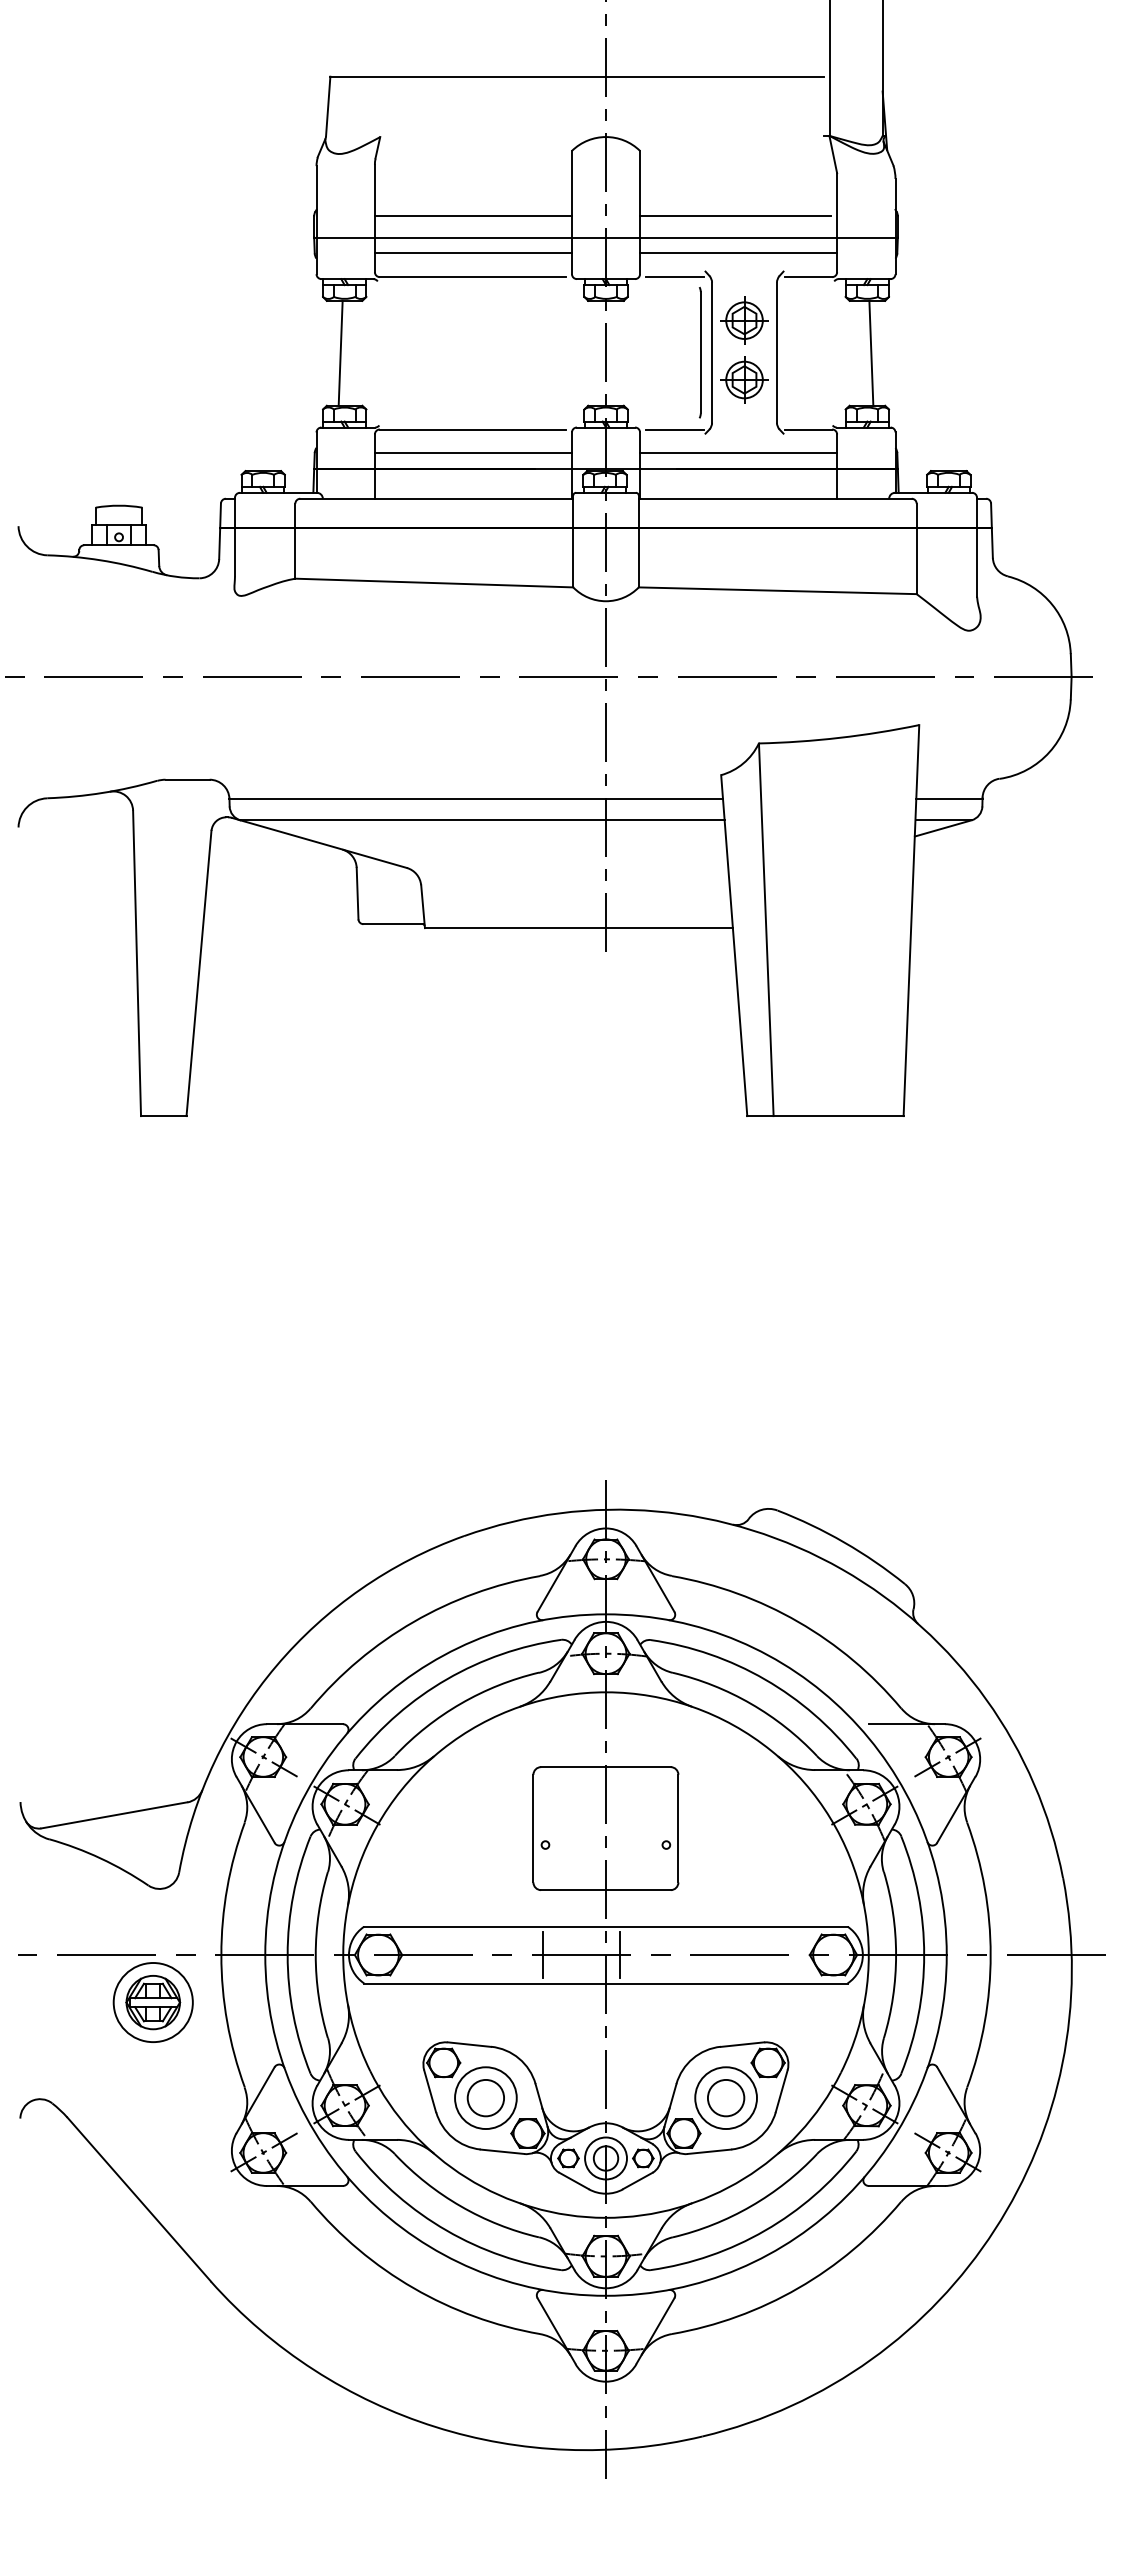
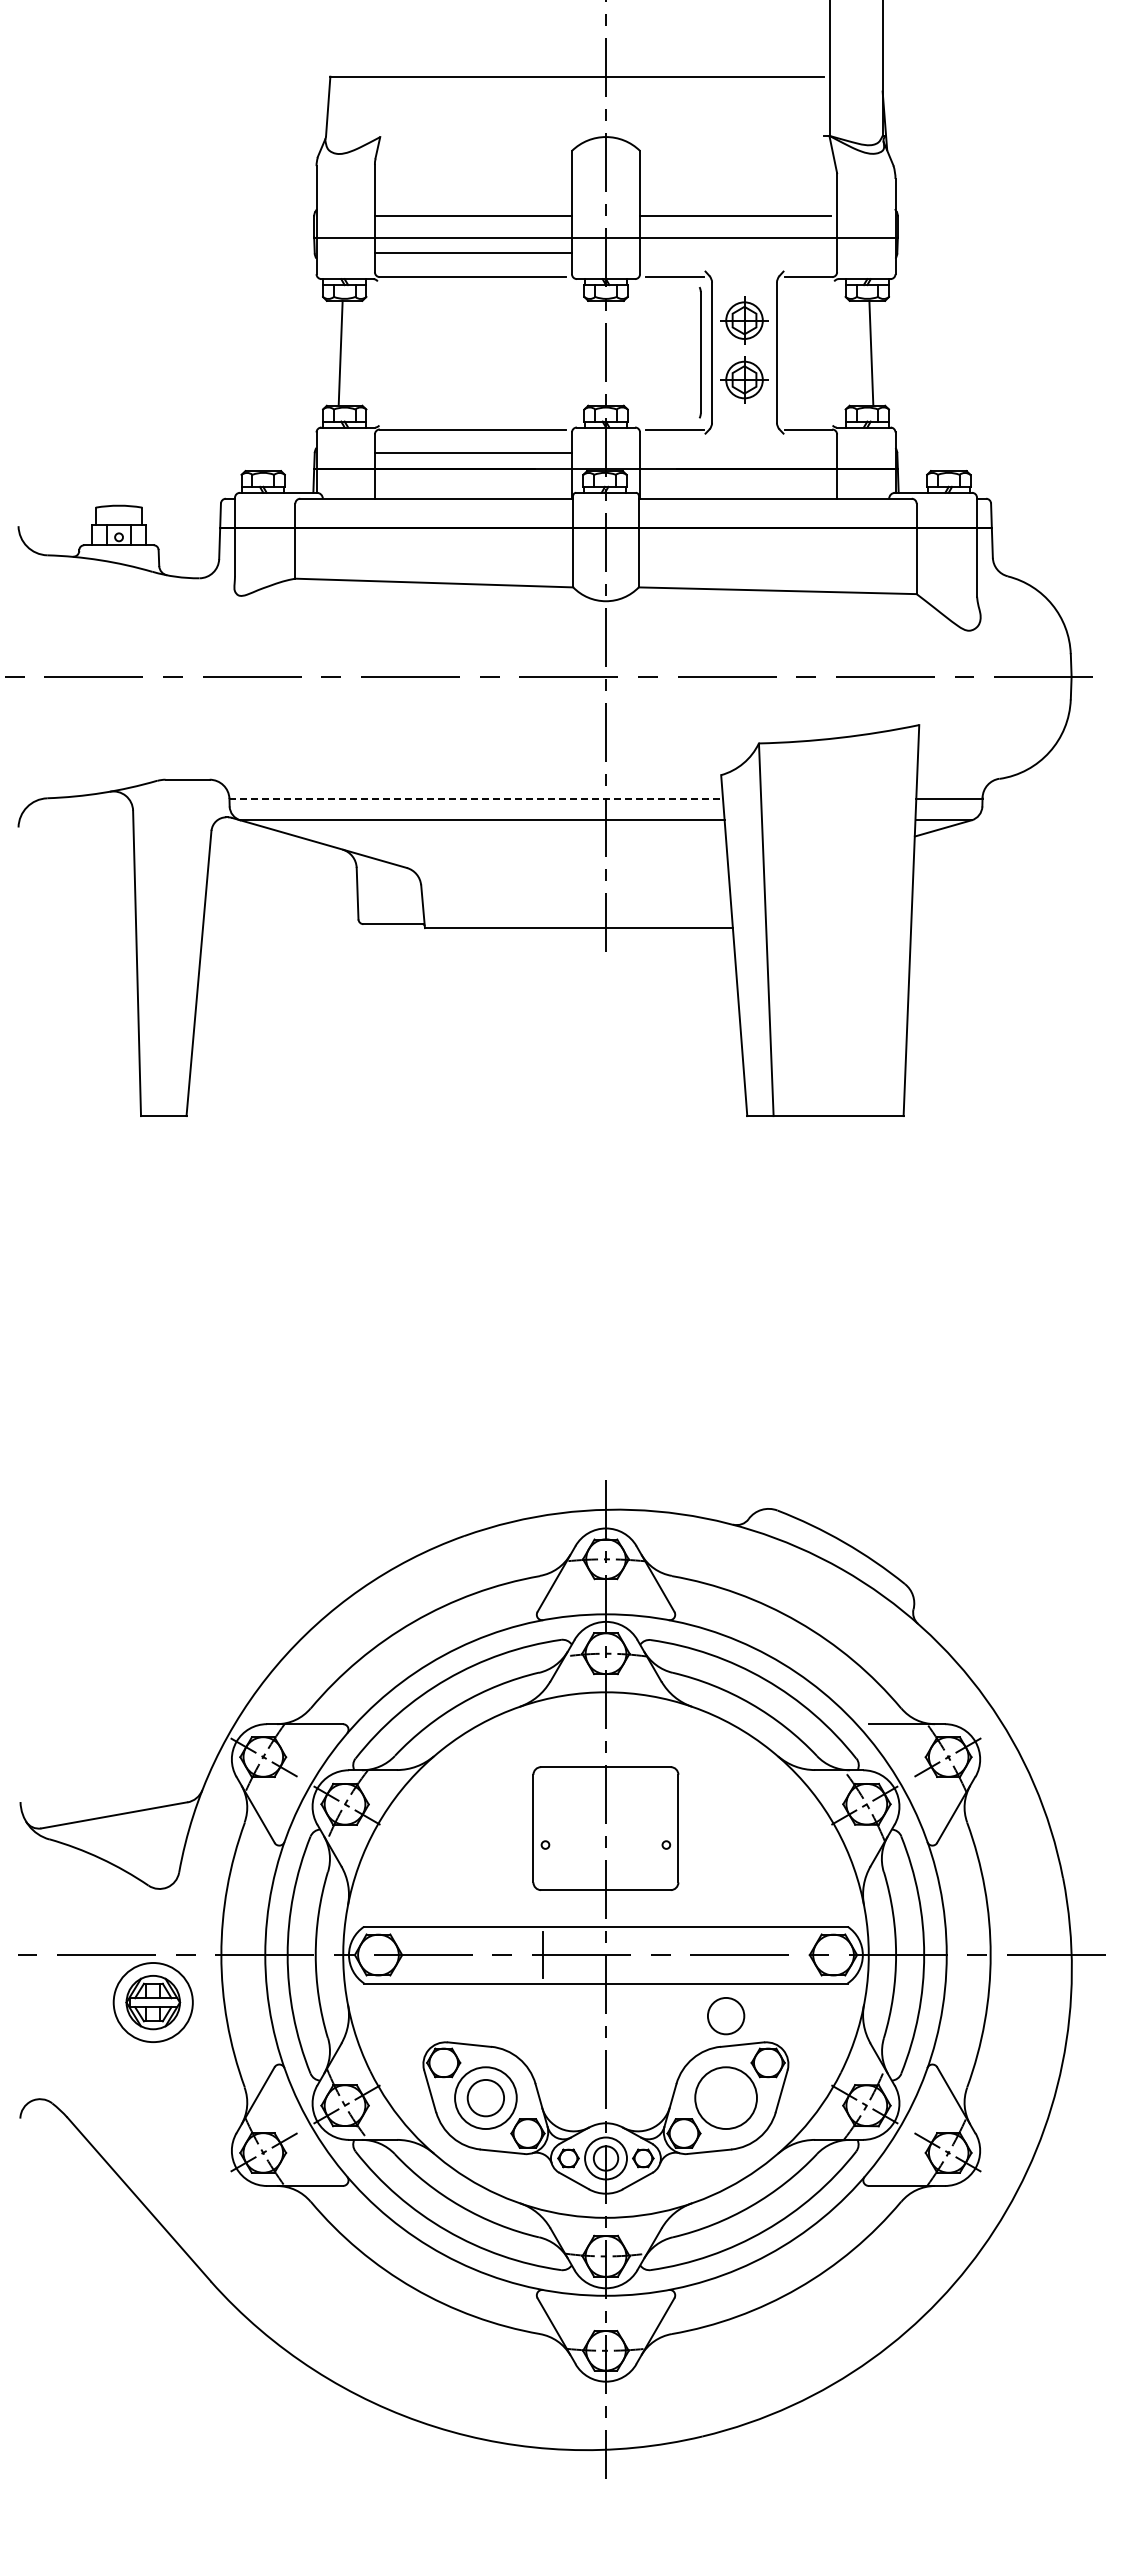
line at (738, 253): present -> none
line at (738, 453): present -> none
line at (476, 798): solid -> dashed
line at (619, 1954): present -> none
circle at (726, 2098) position: (726, 2098) -> (726, 2016)
